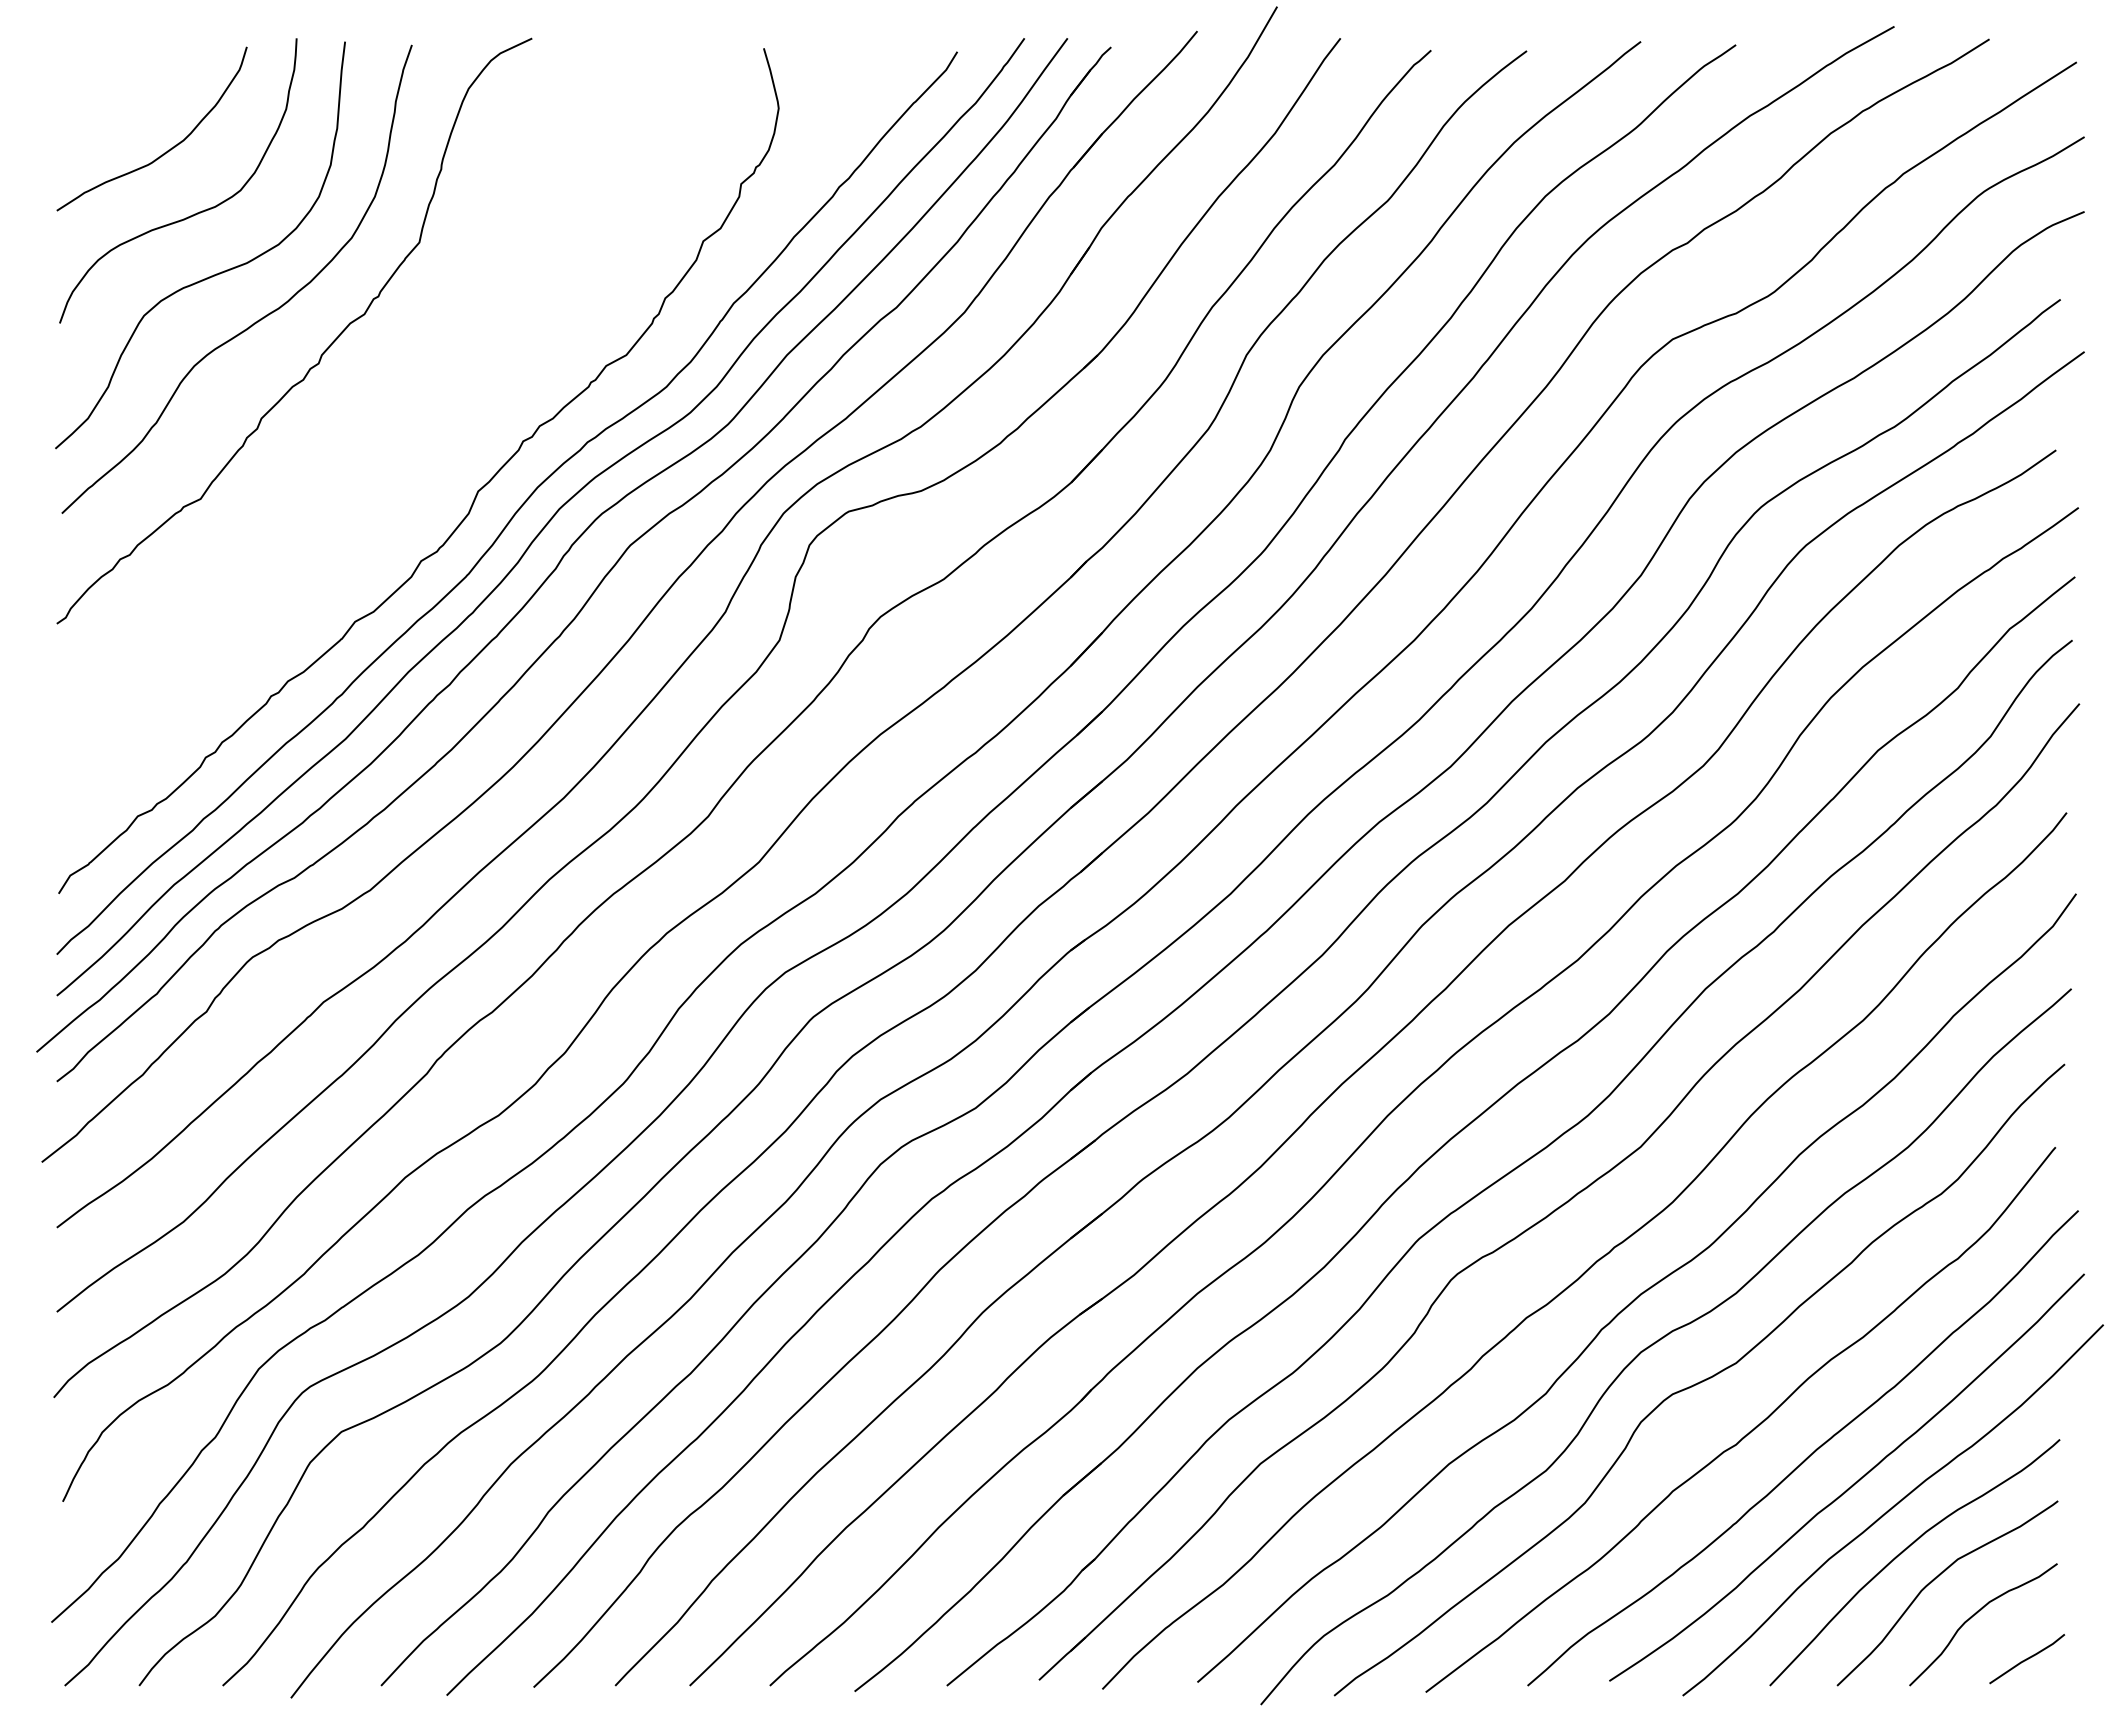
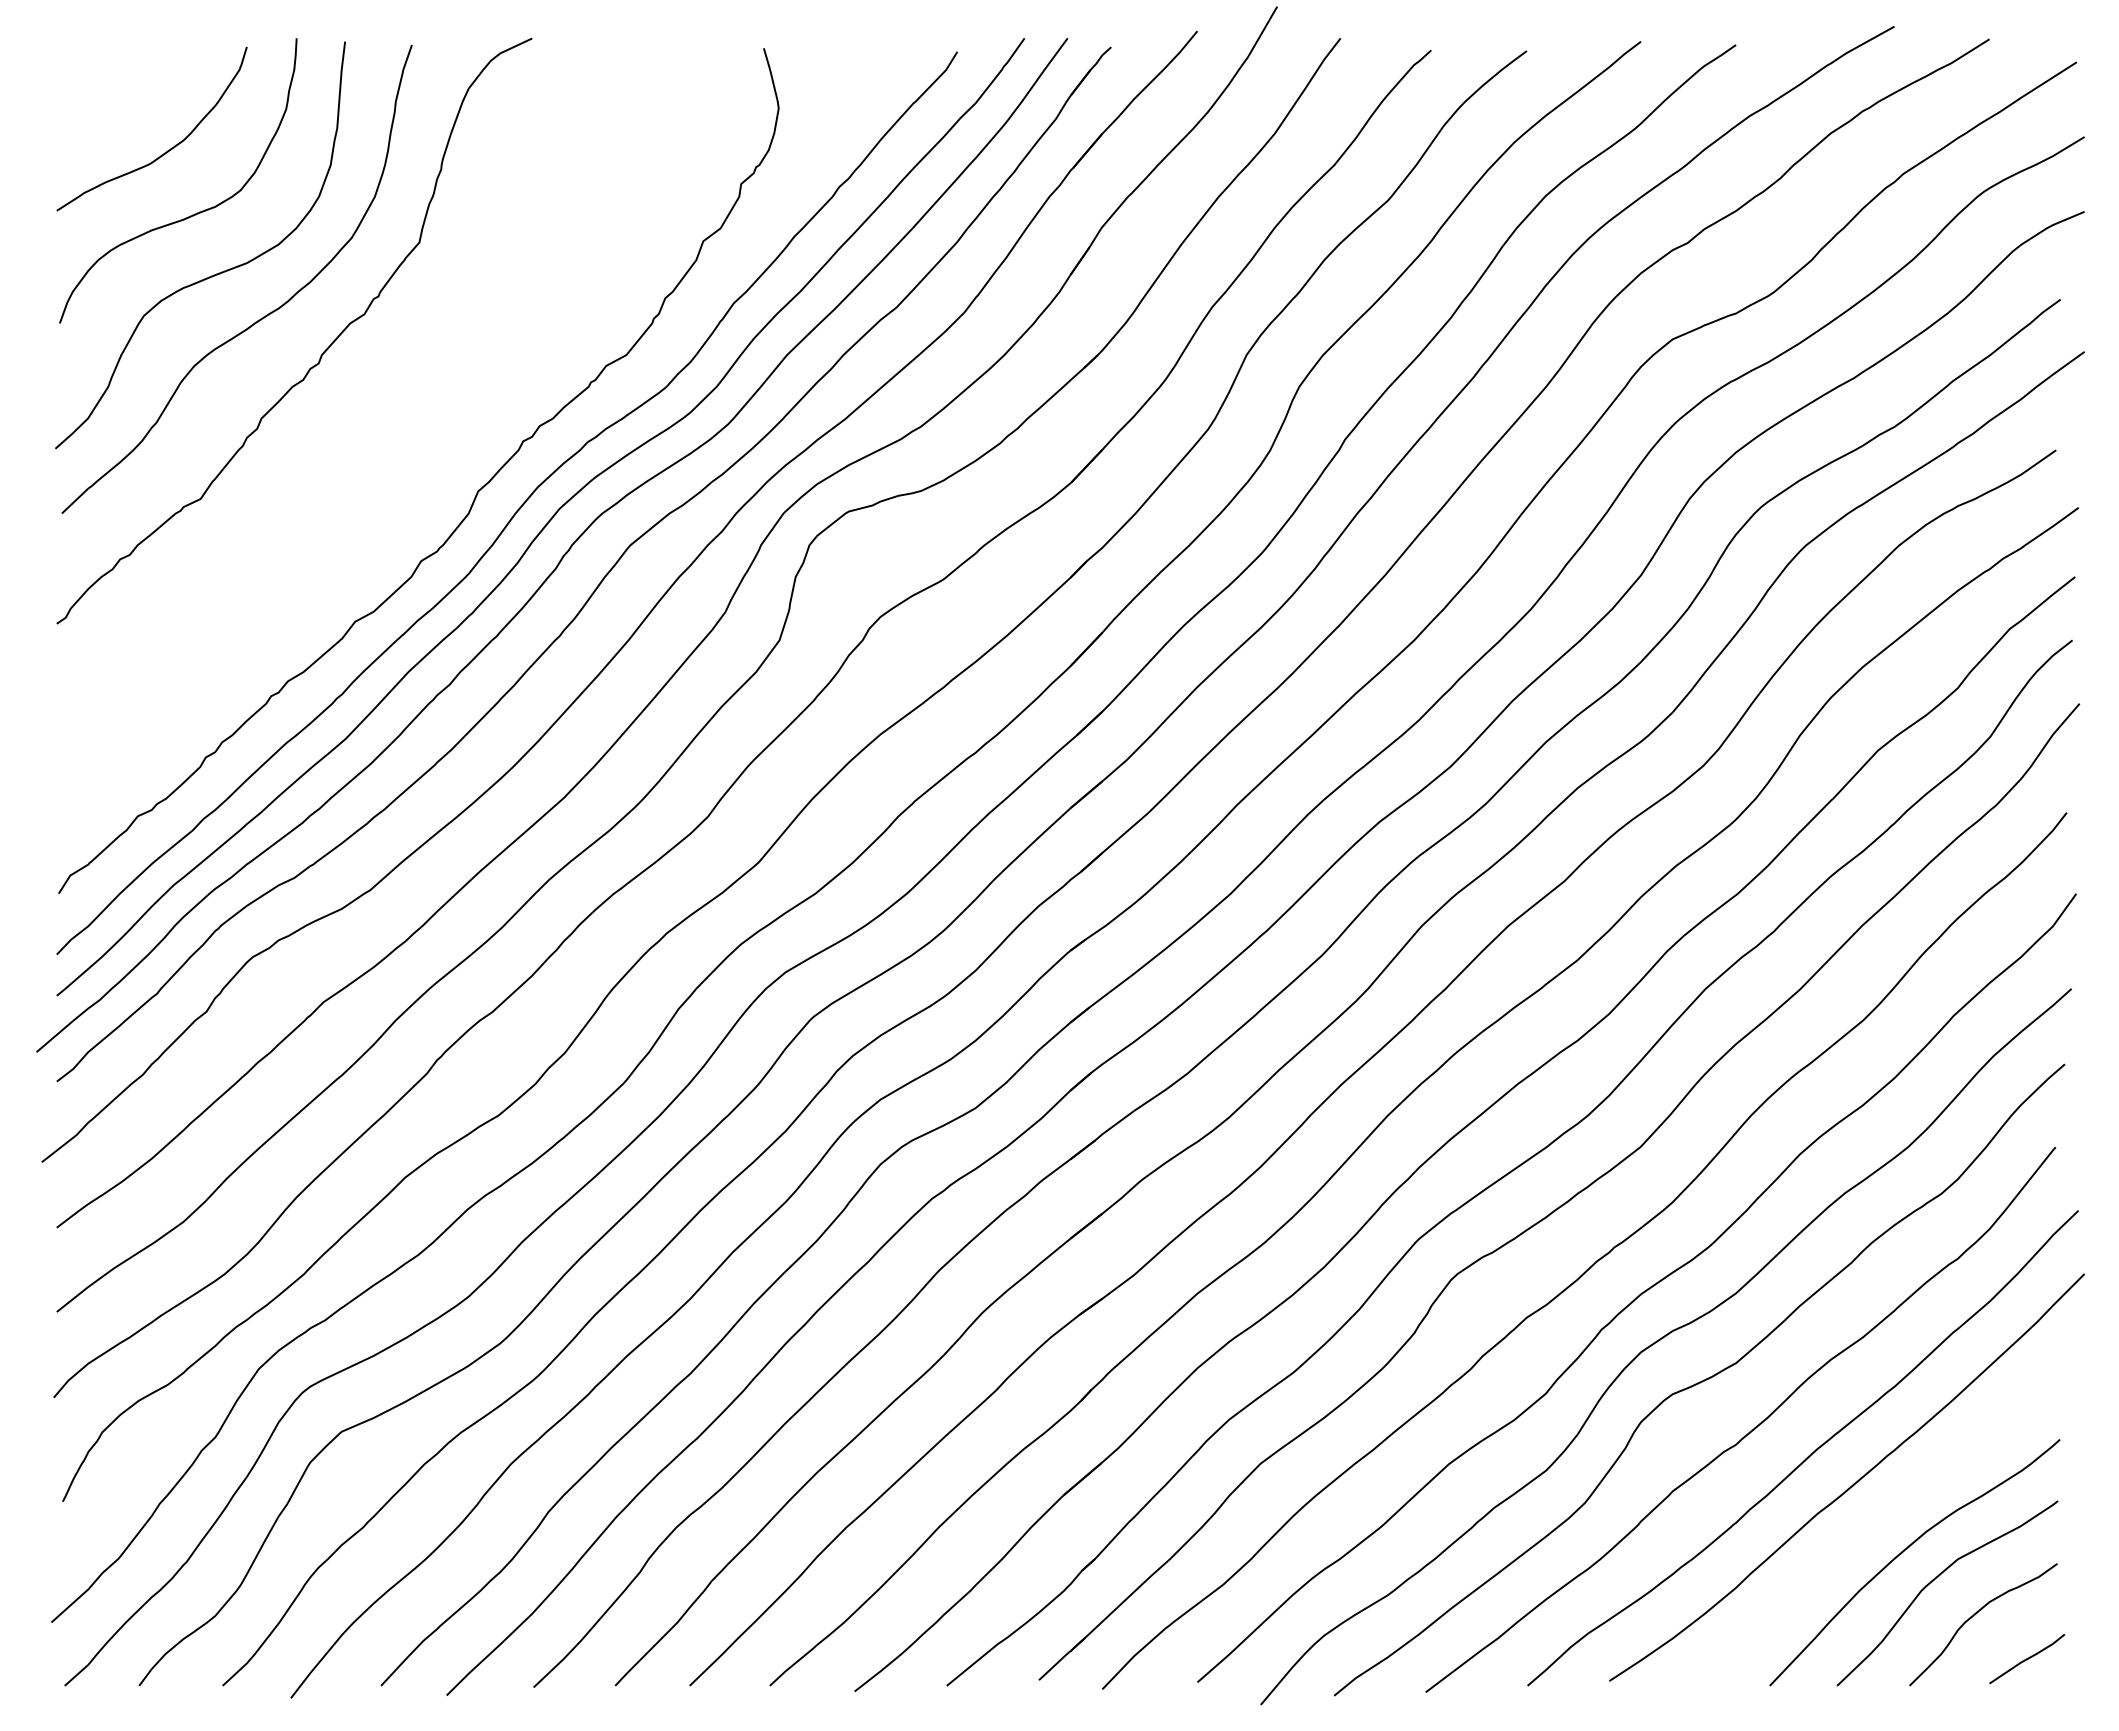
curve at (1891, 1509): present -> none
